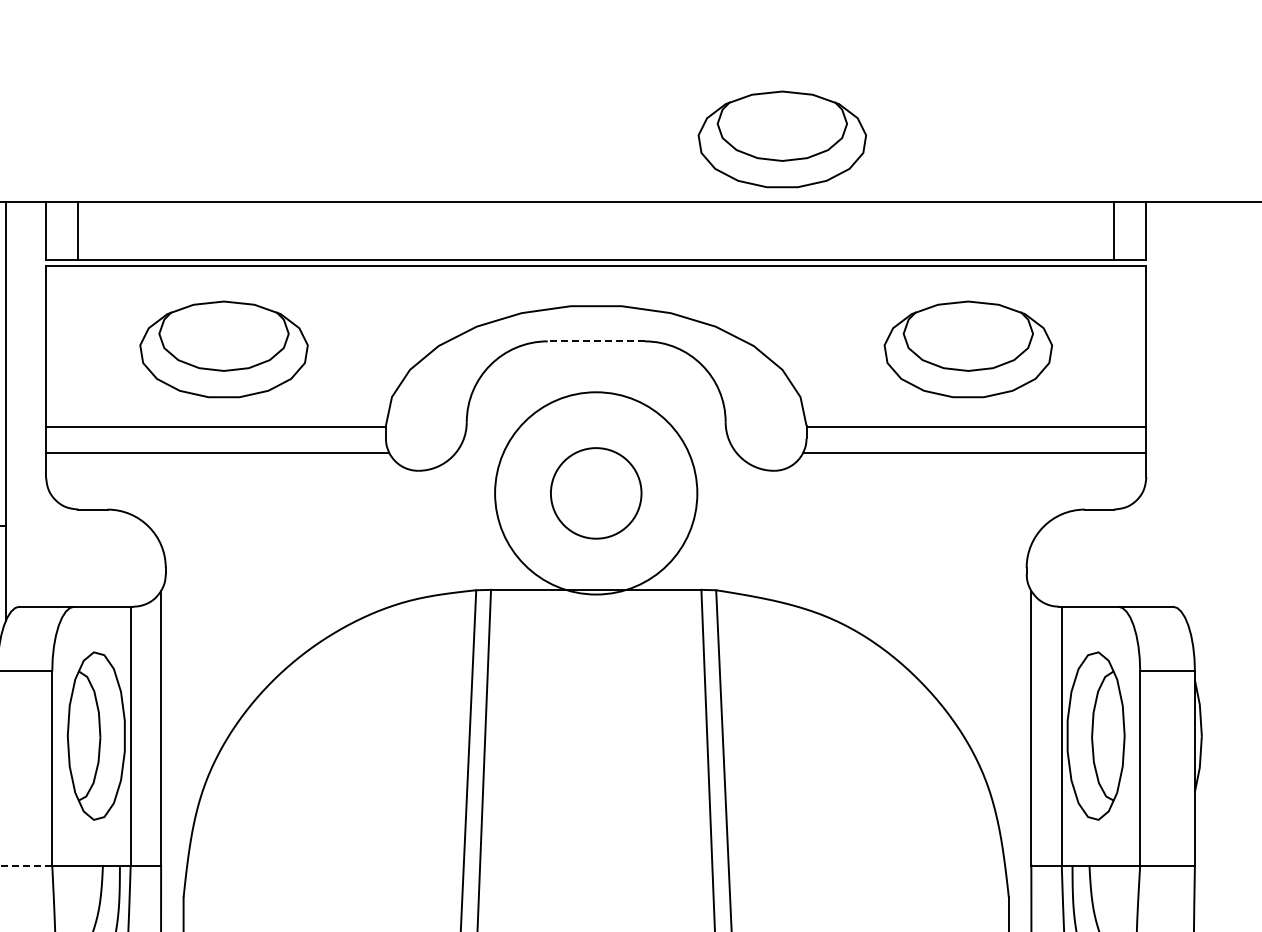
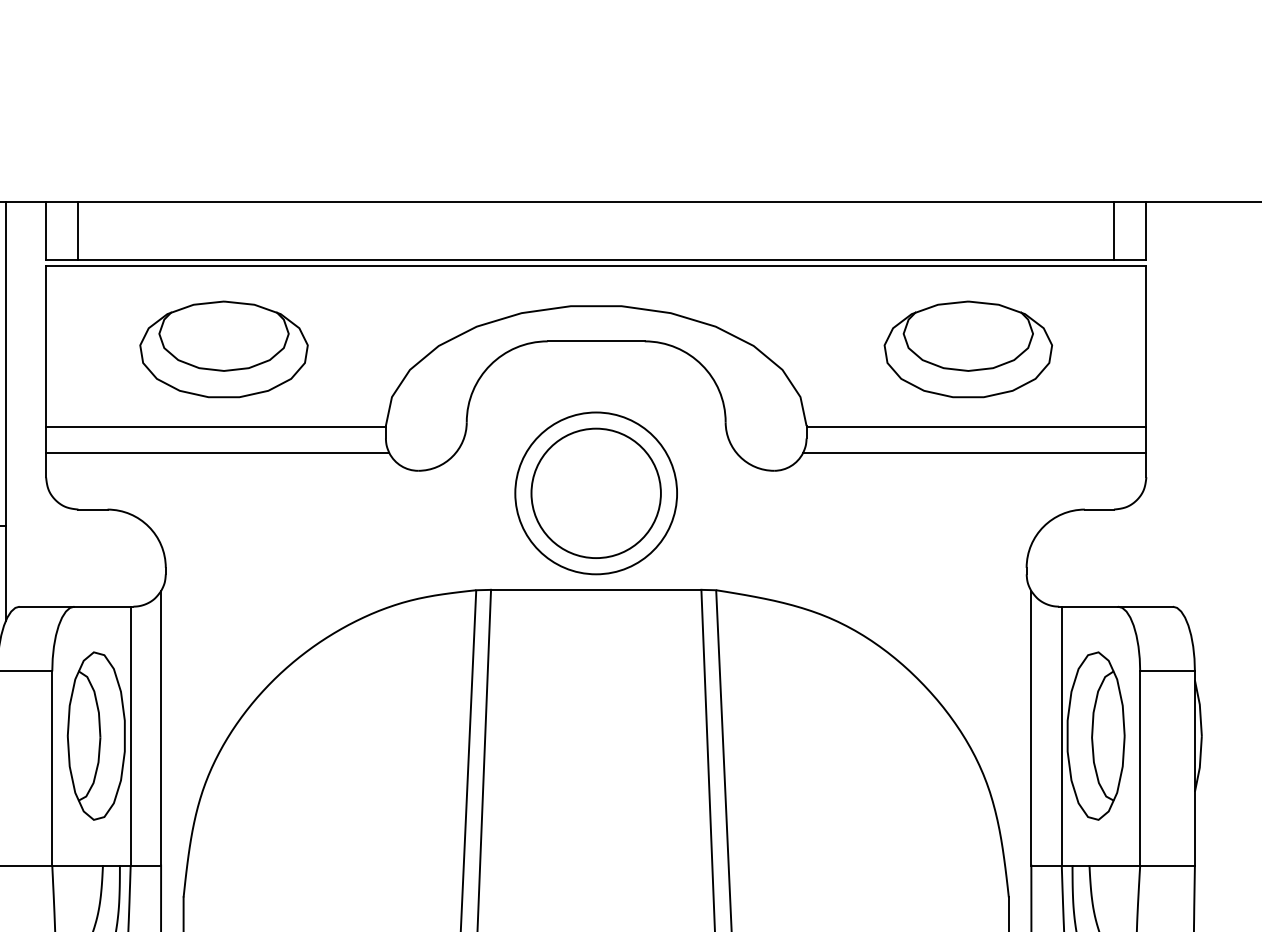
part at (781, 139): present -> none
line at (596, 341): dashed -> solid
circle at (595, 493) diameter: 91 px -> 129 px
circle at (596, 493) diameter: 202 px -> 162 px
line at (26, 865): dashed -> solid
